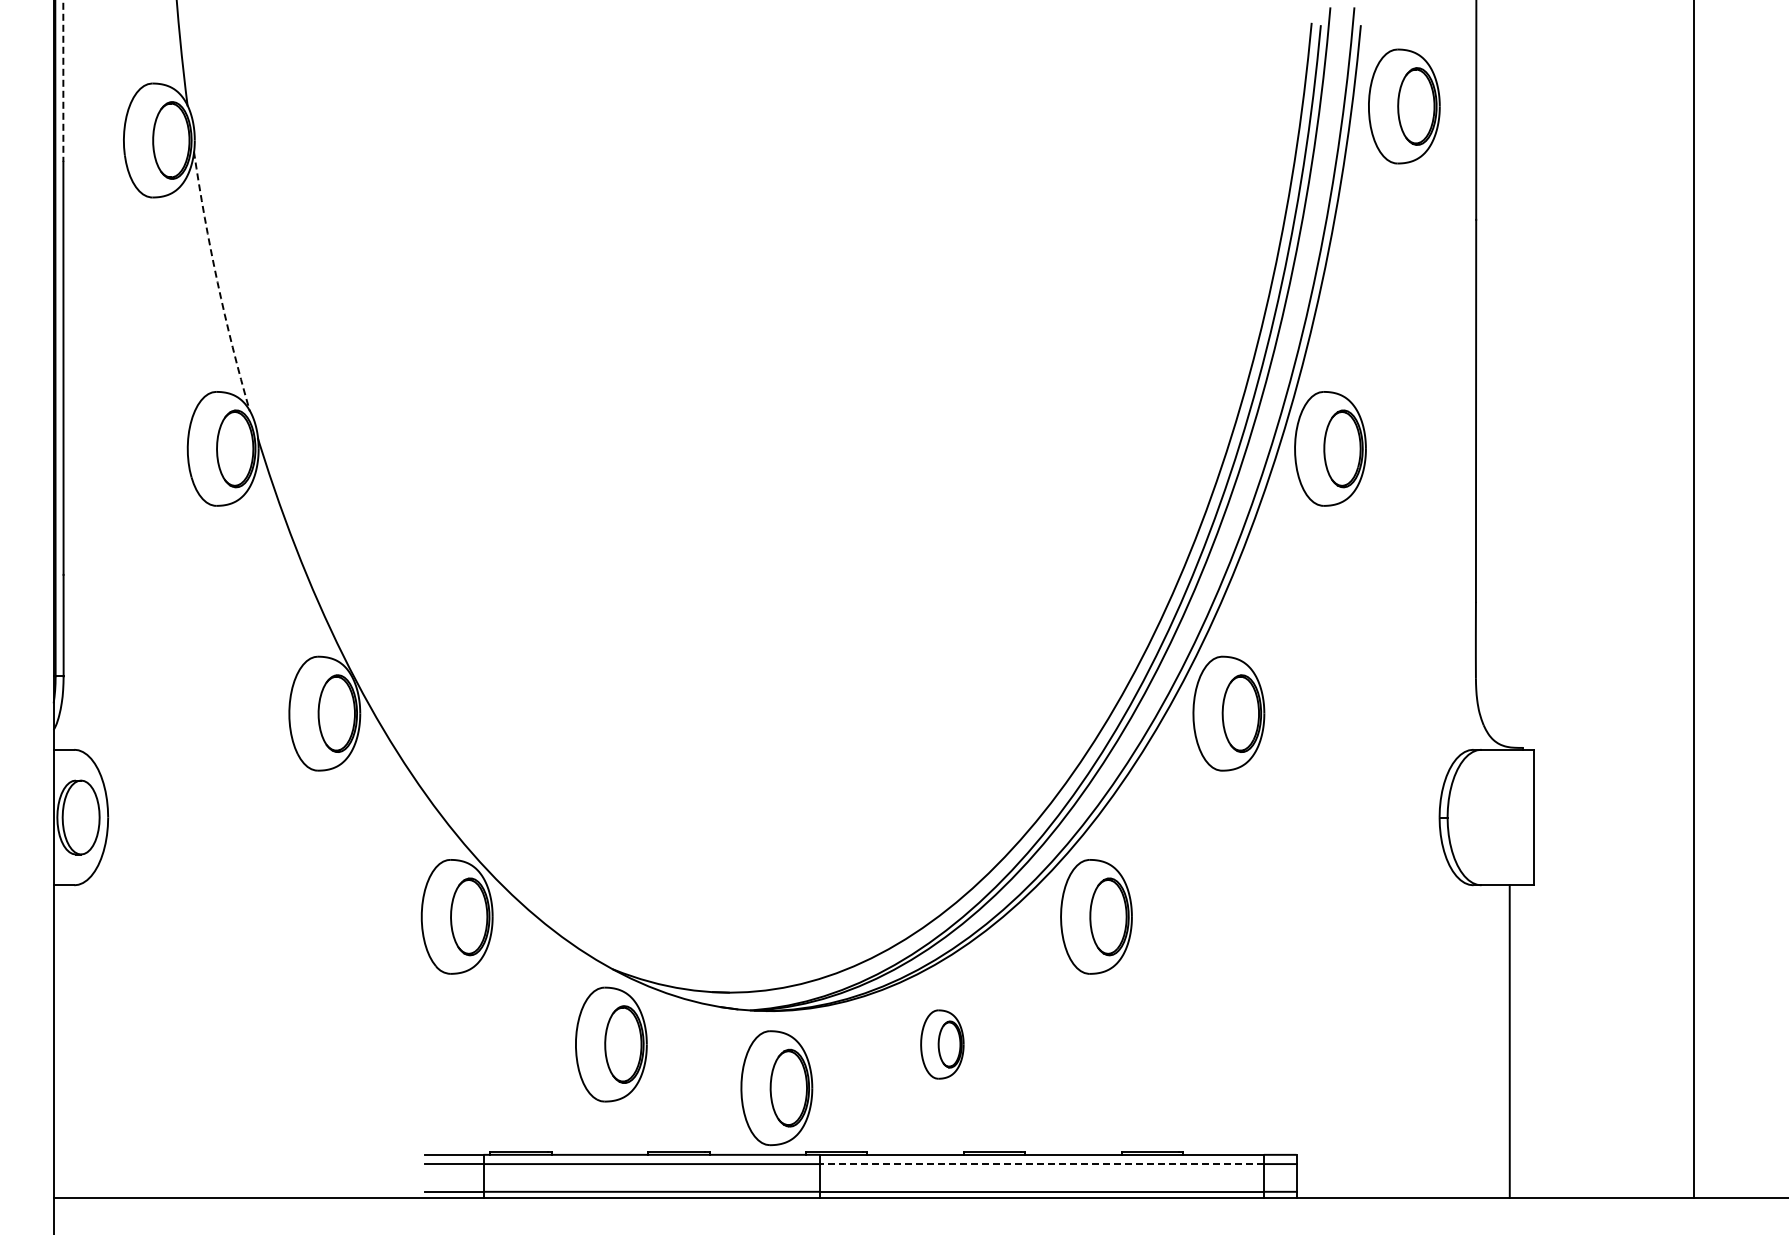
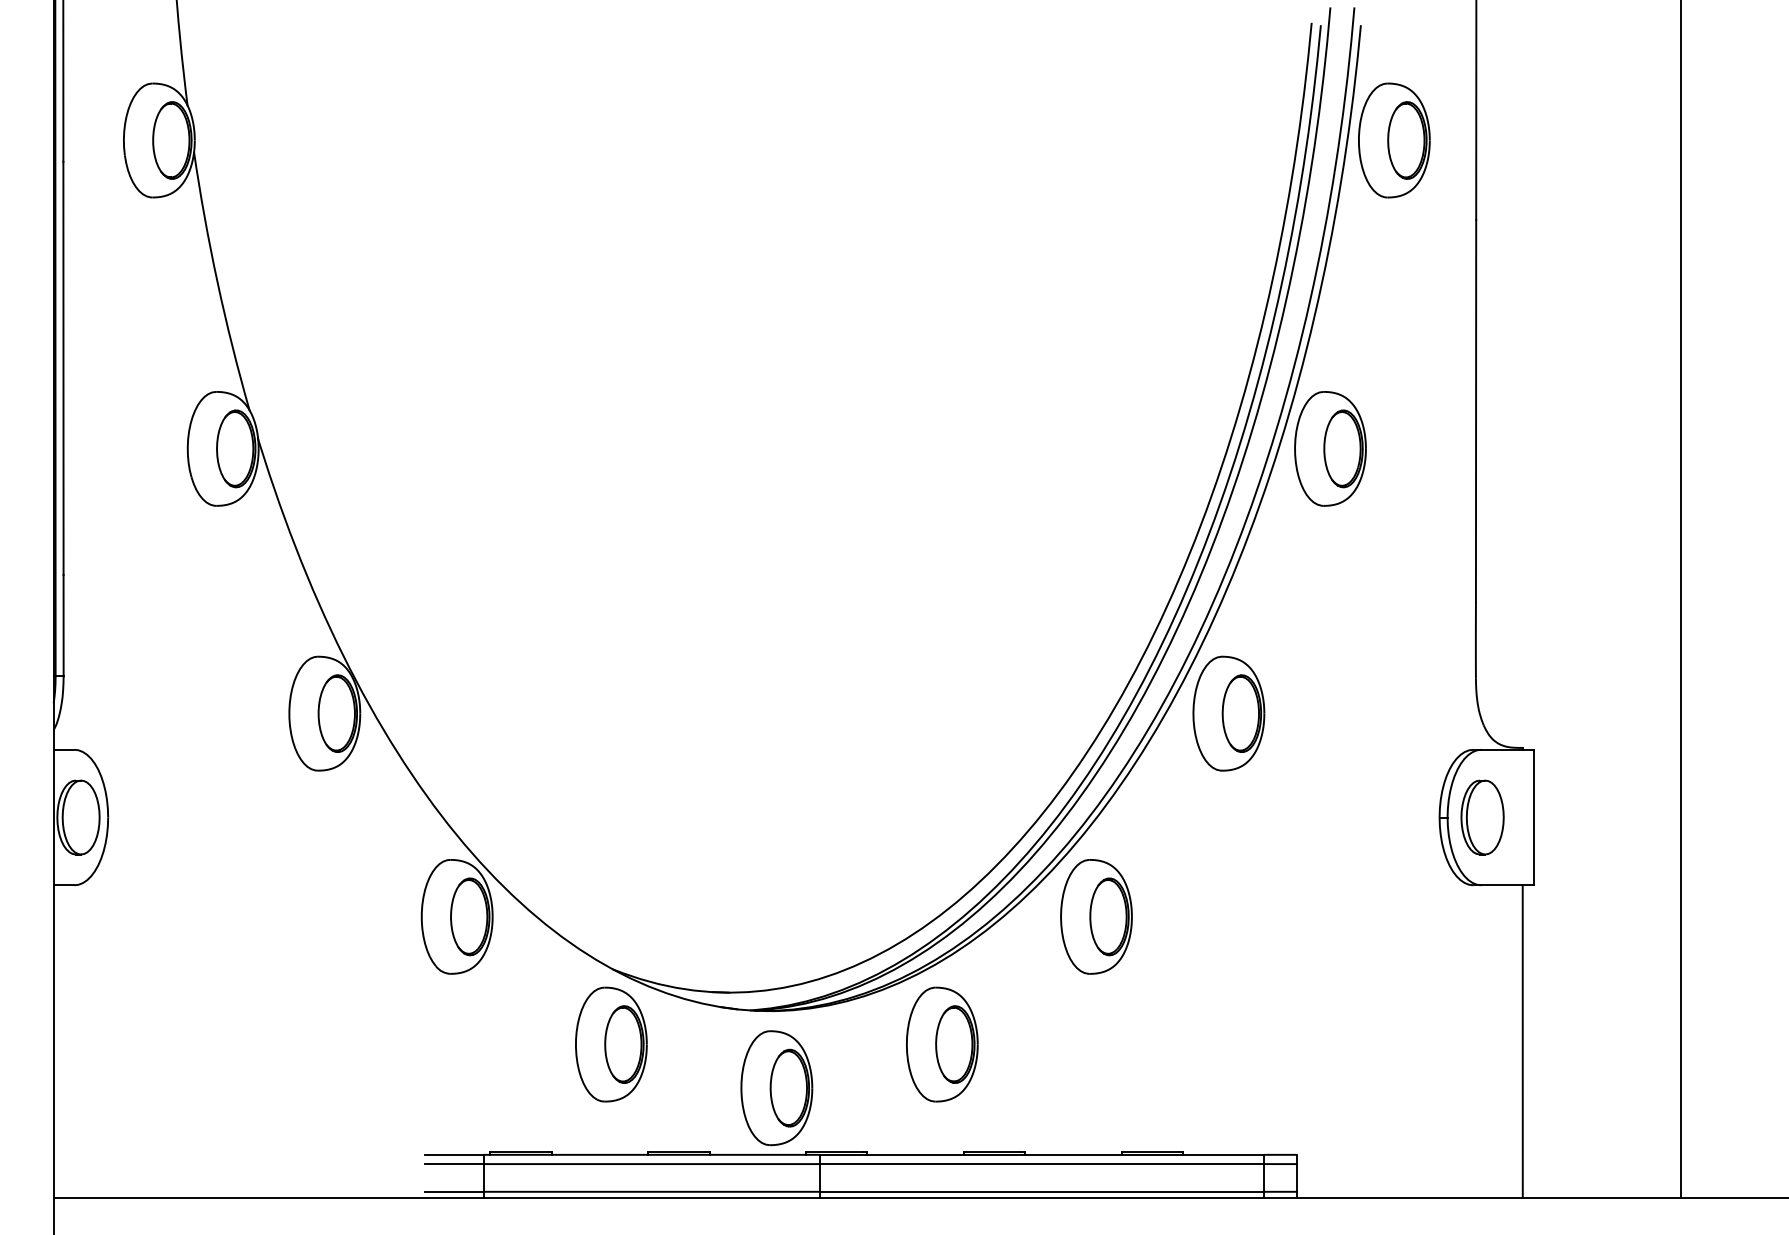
line at (63, 80): dashed -> solid
part at (1404, 106) position: (1404, 106) -> (1394, 140)
arc at (217, 282): dashed -> solid
line at (1693, 600) position: (1693, 600) -> (1680, 600)
part at (1482, 817): none -> present
line at (1509, 1041) position: (1509, 1041) -> (1522, 1041)
part at (942, 1044) size: 45x71 px -> 73x117 px
line at (1042, 1164): dashed -> solid
